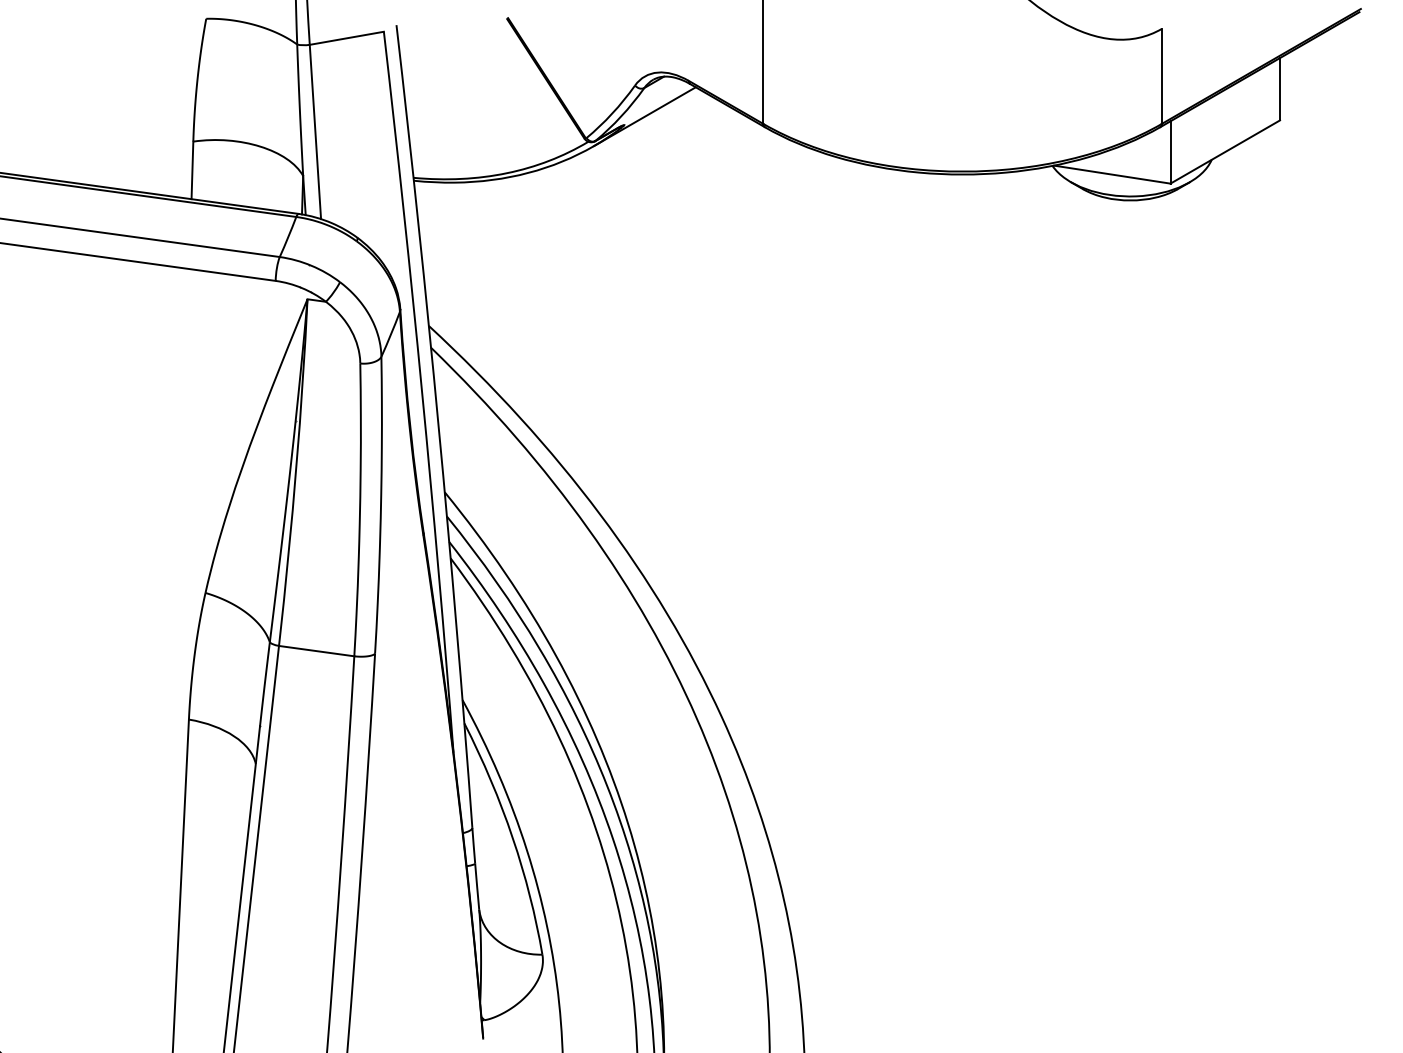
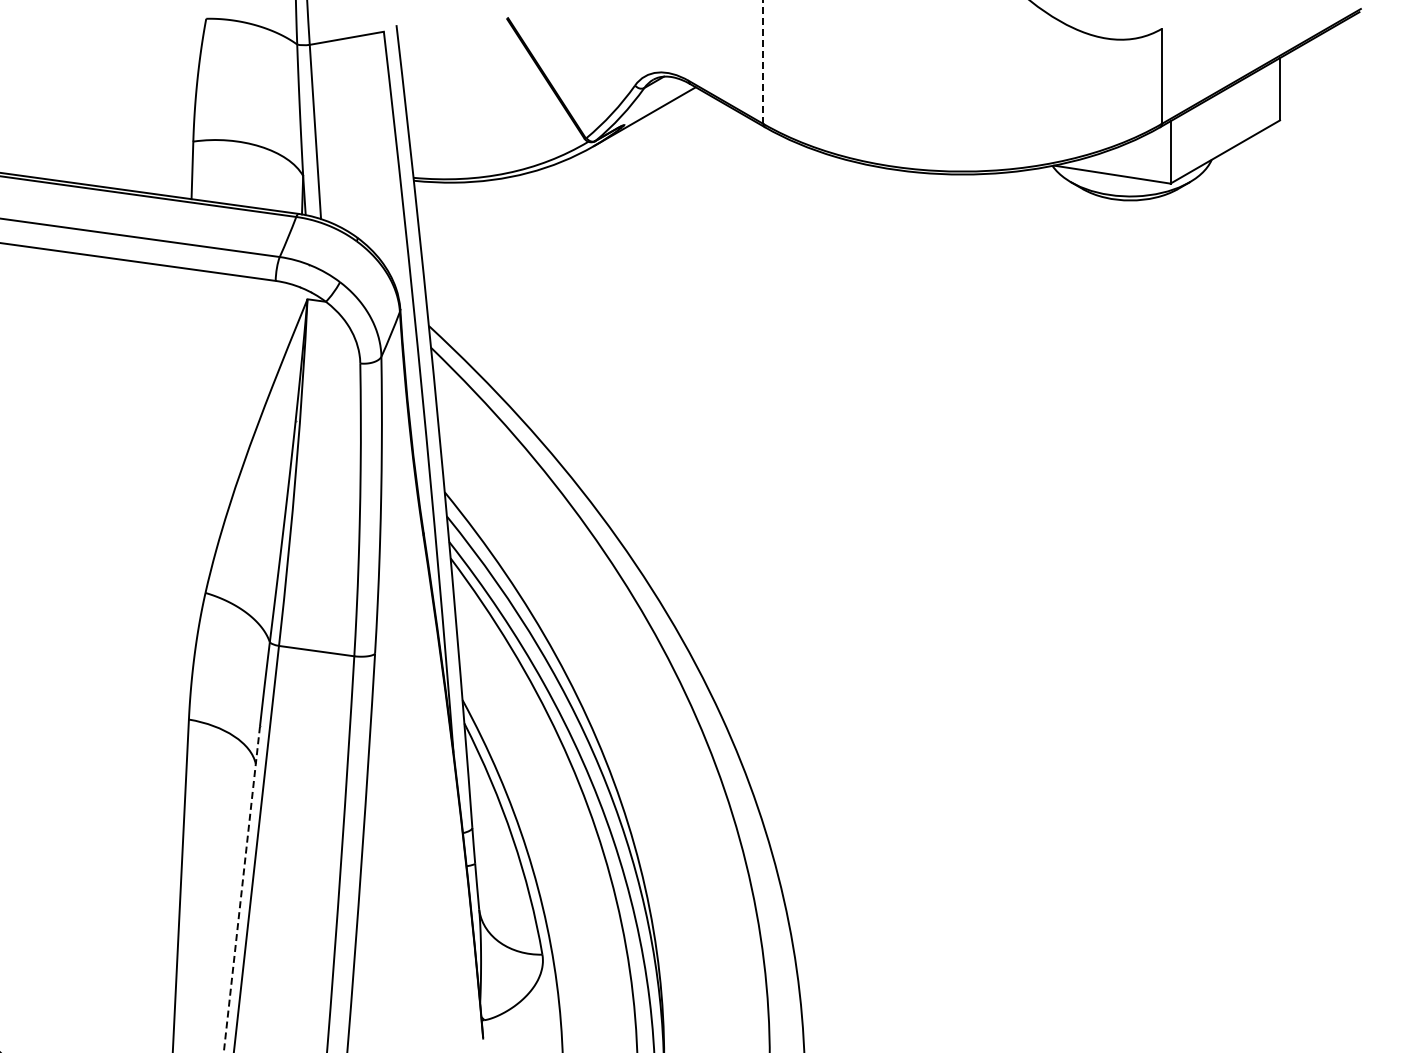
line at (763, 62): solid -> dashed
line at (241, 889): solid -> dashed
